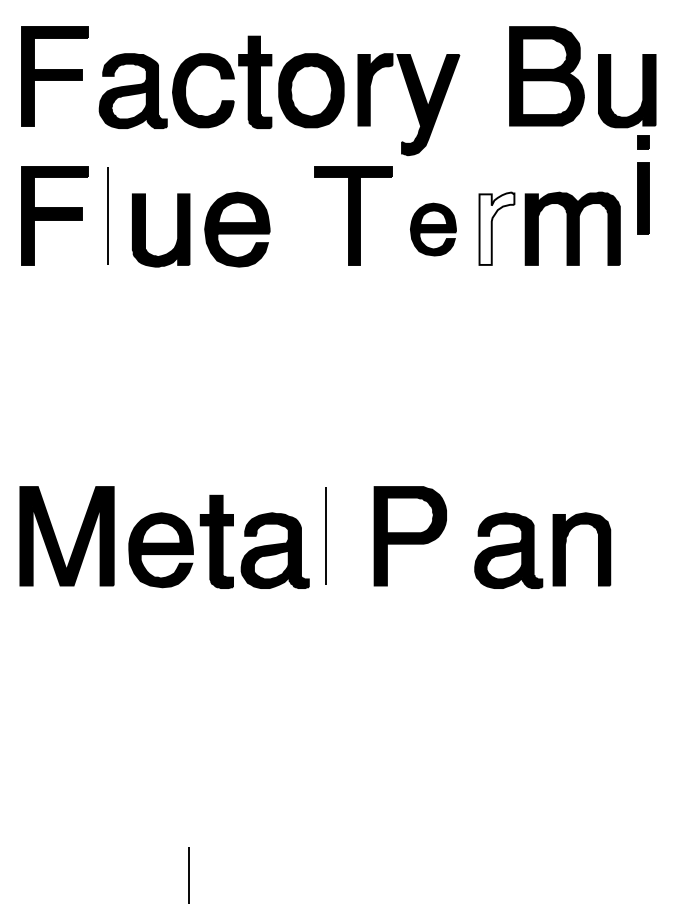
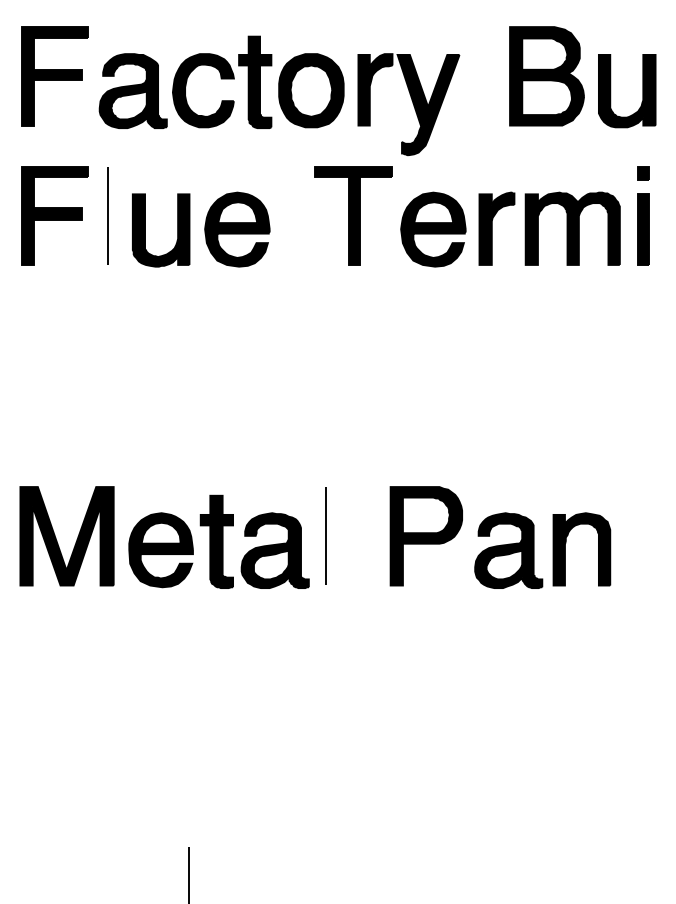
part at (643, 184) position: (643, 184) -> (643, 215)
fill at (496, 228): none -> present
part at (433, 229) size: 47x55 px -> 67x77 px
part at (409, 536) position: (409, 536) -> (425, 536)
